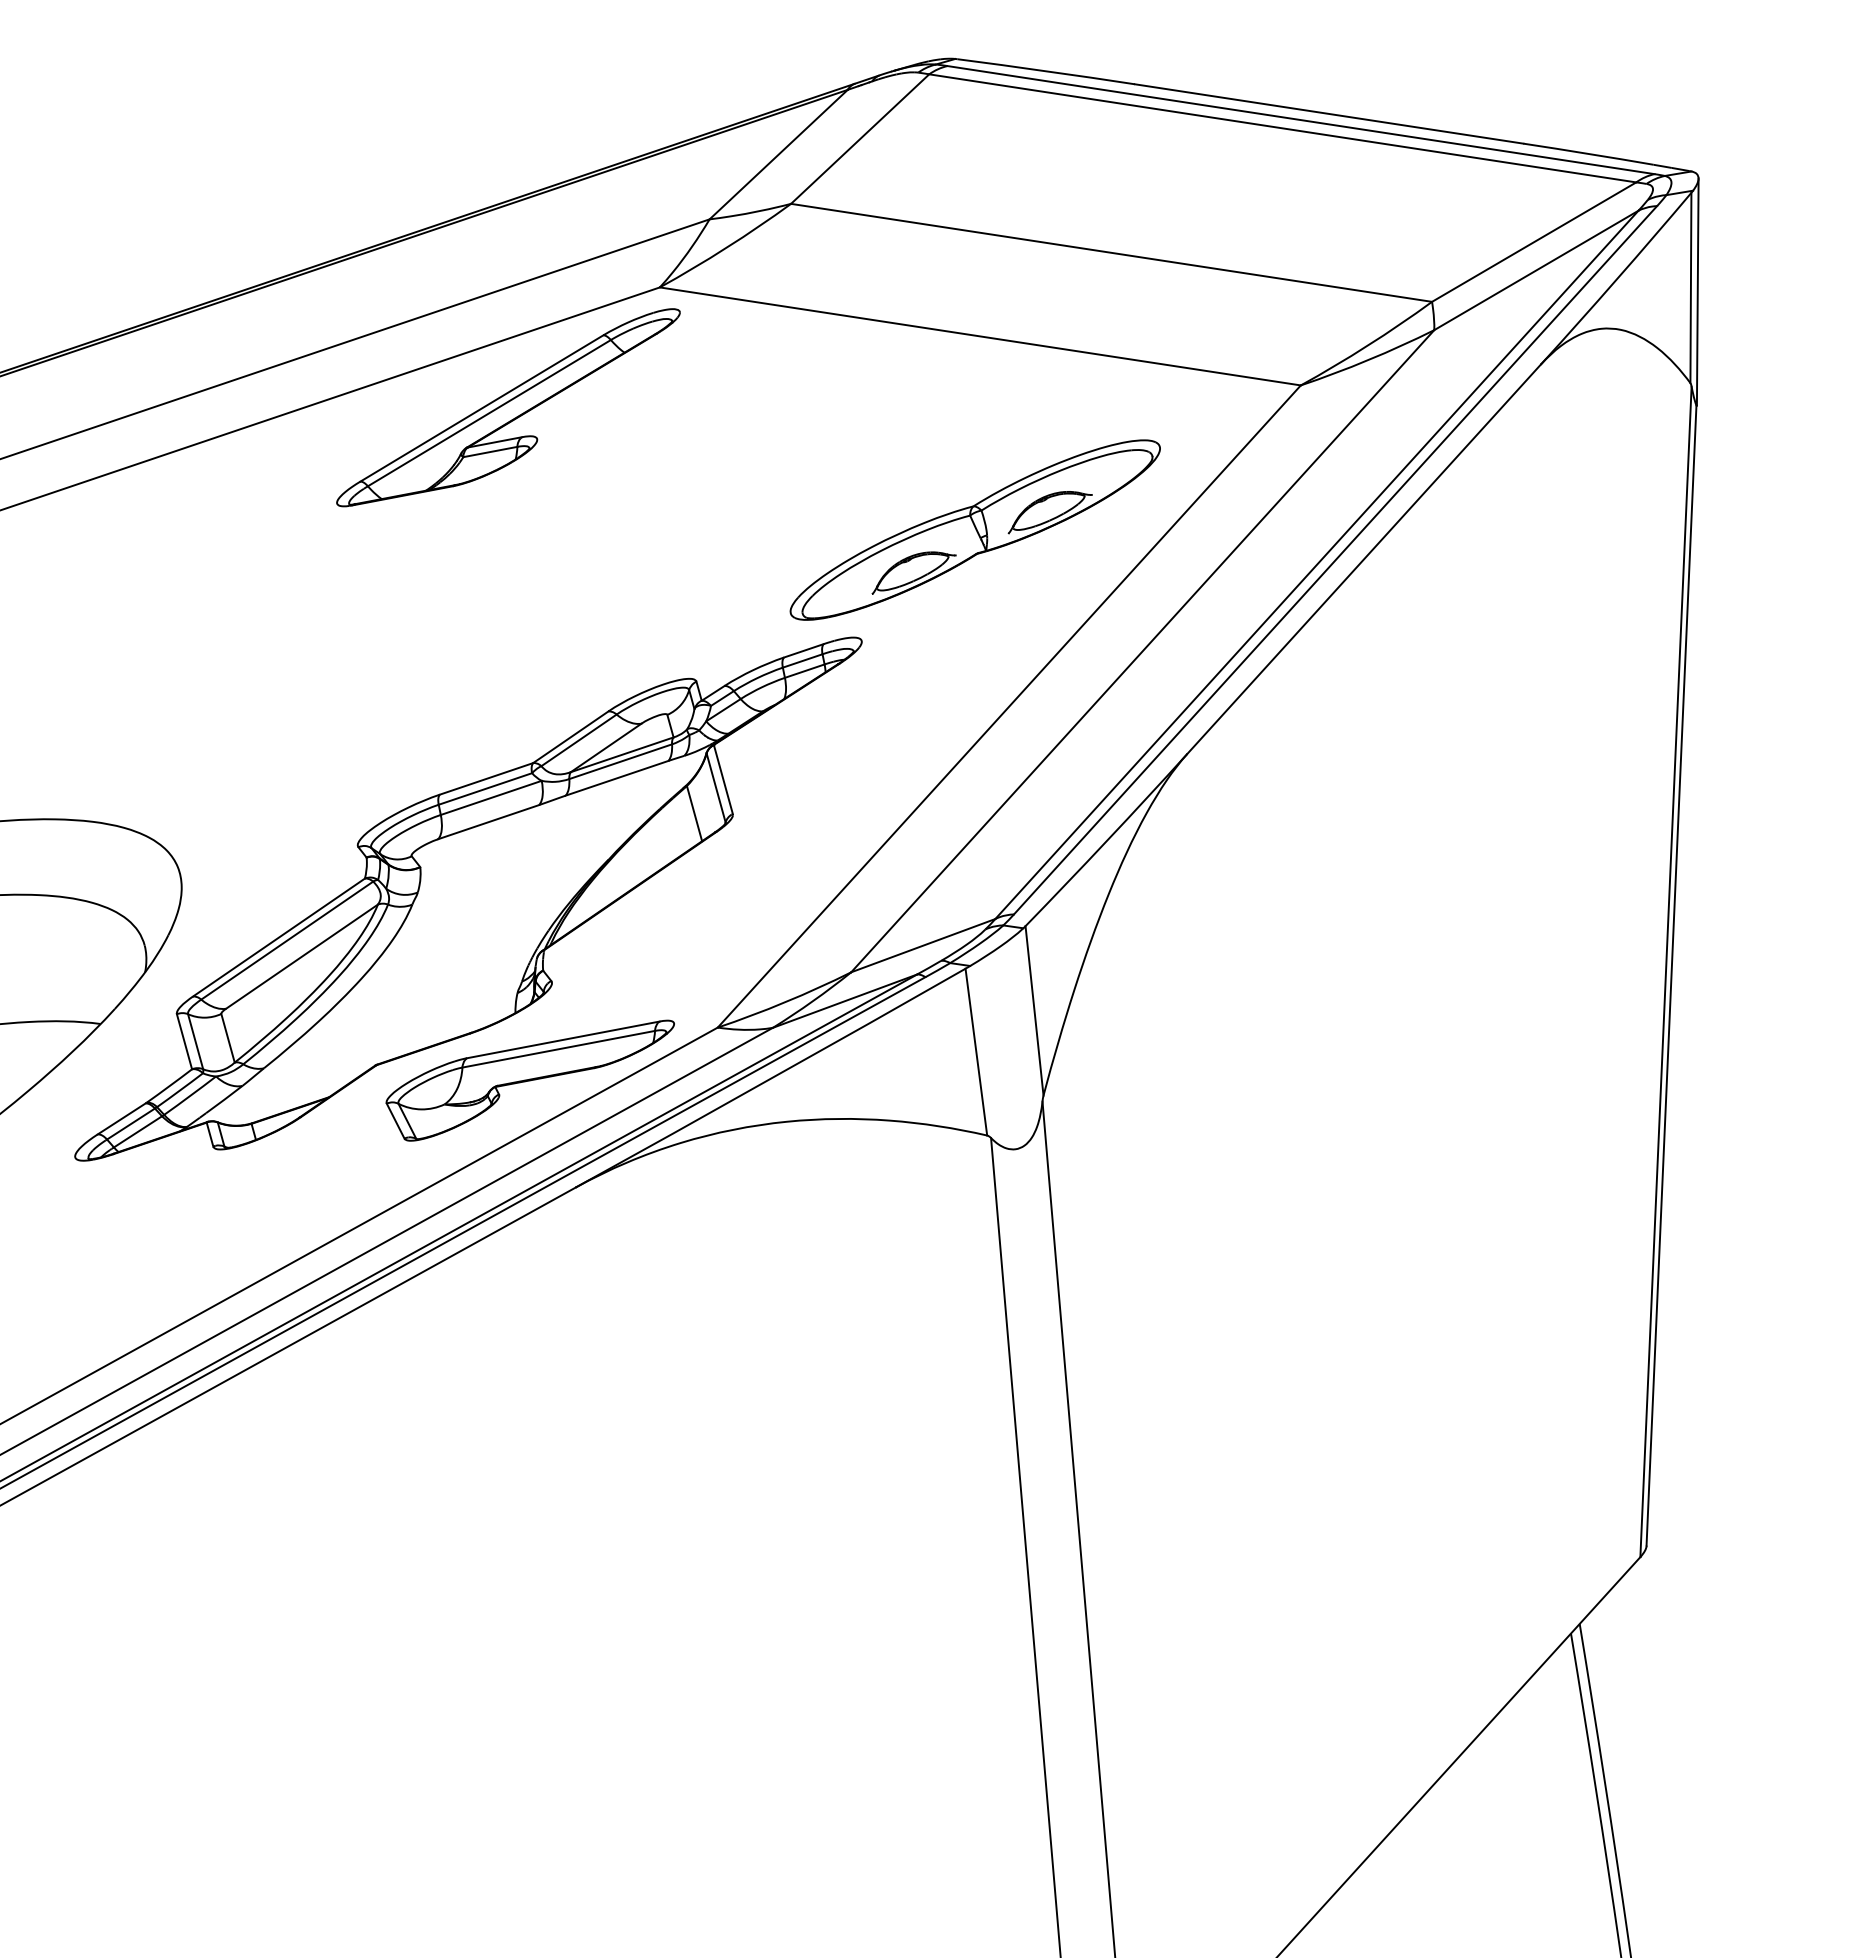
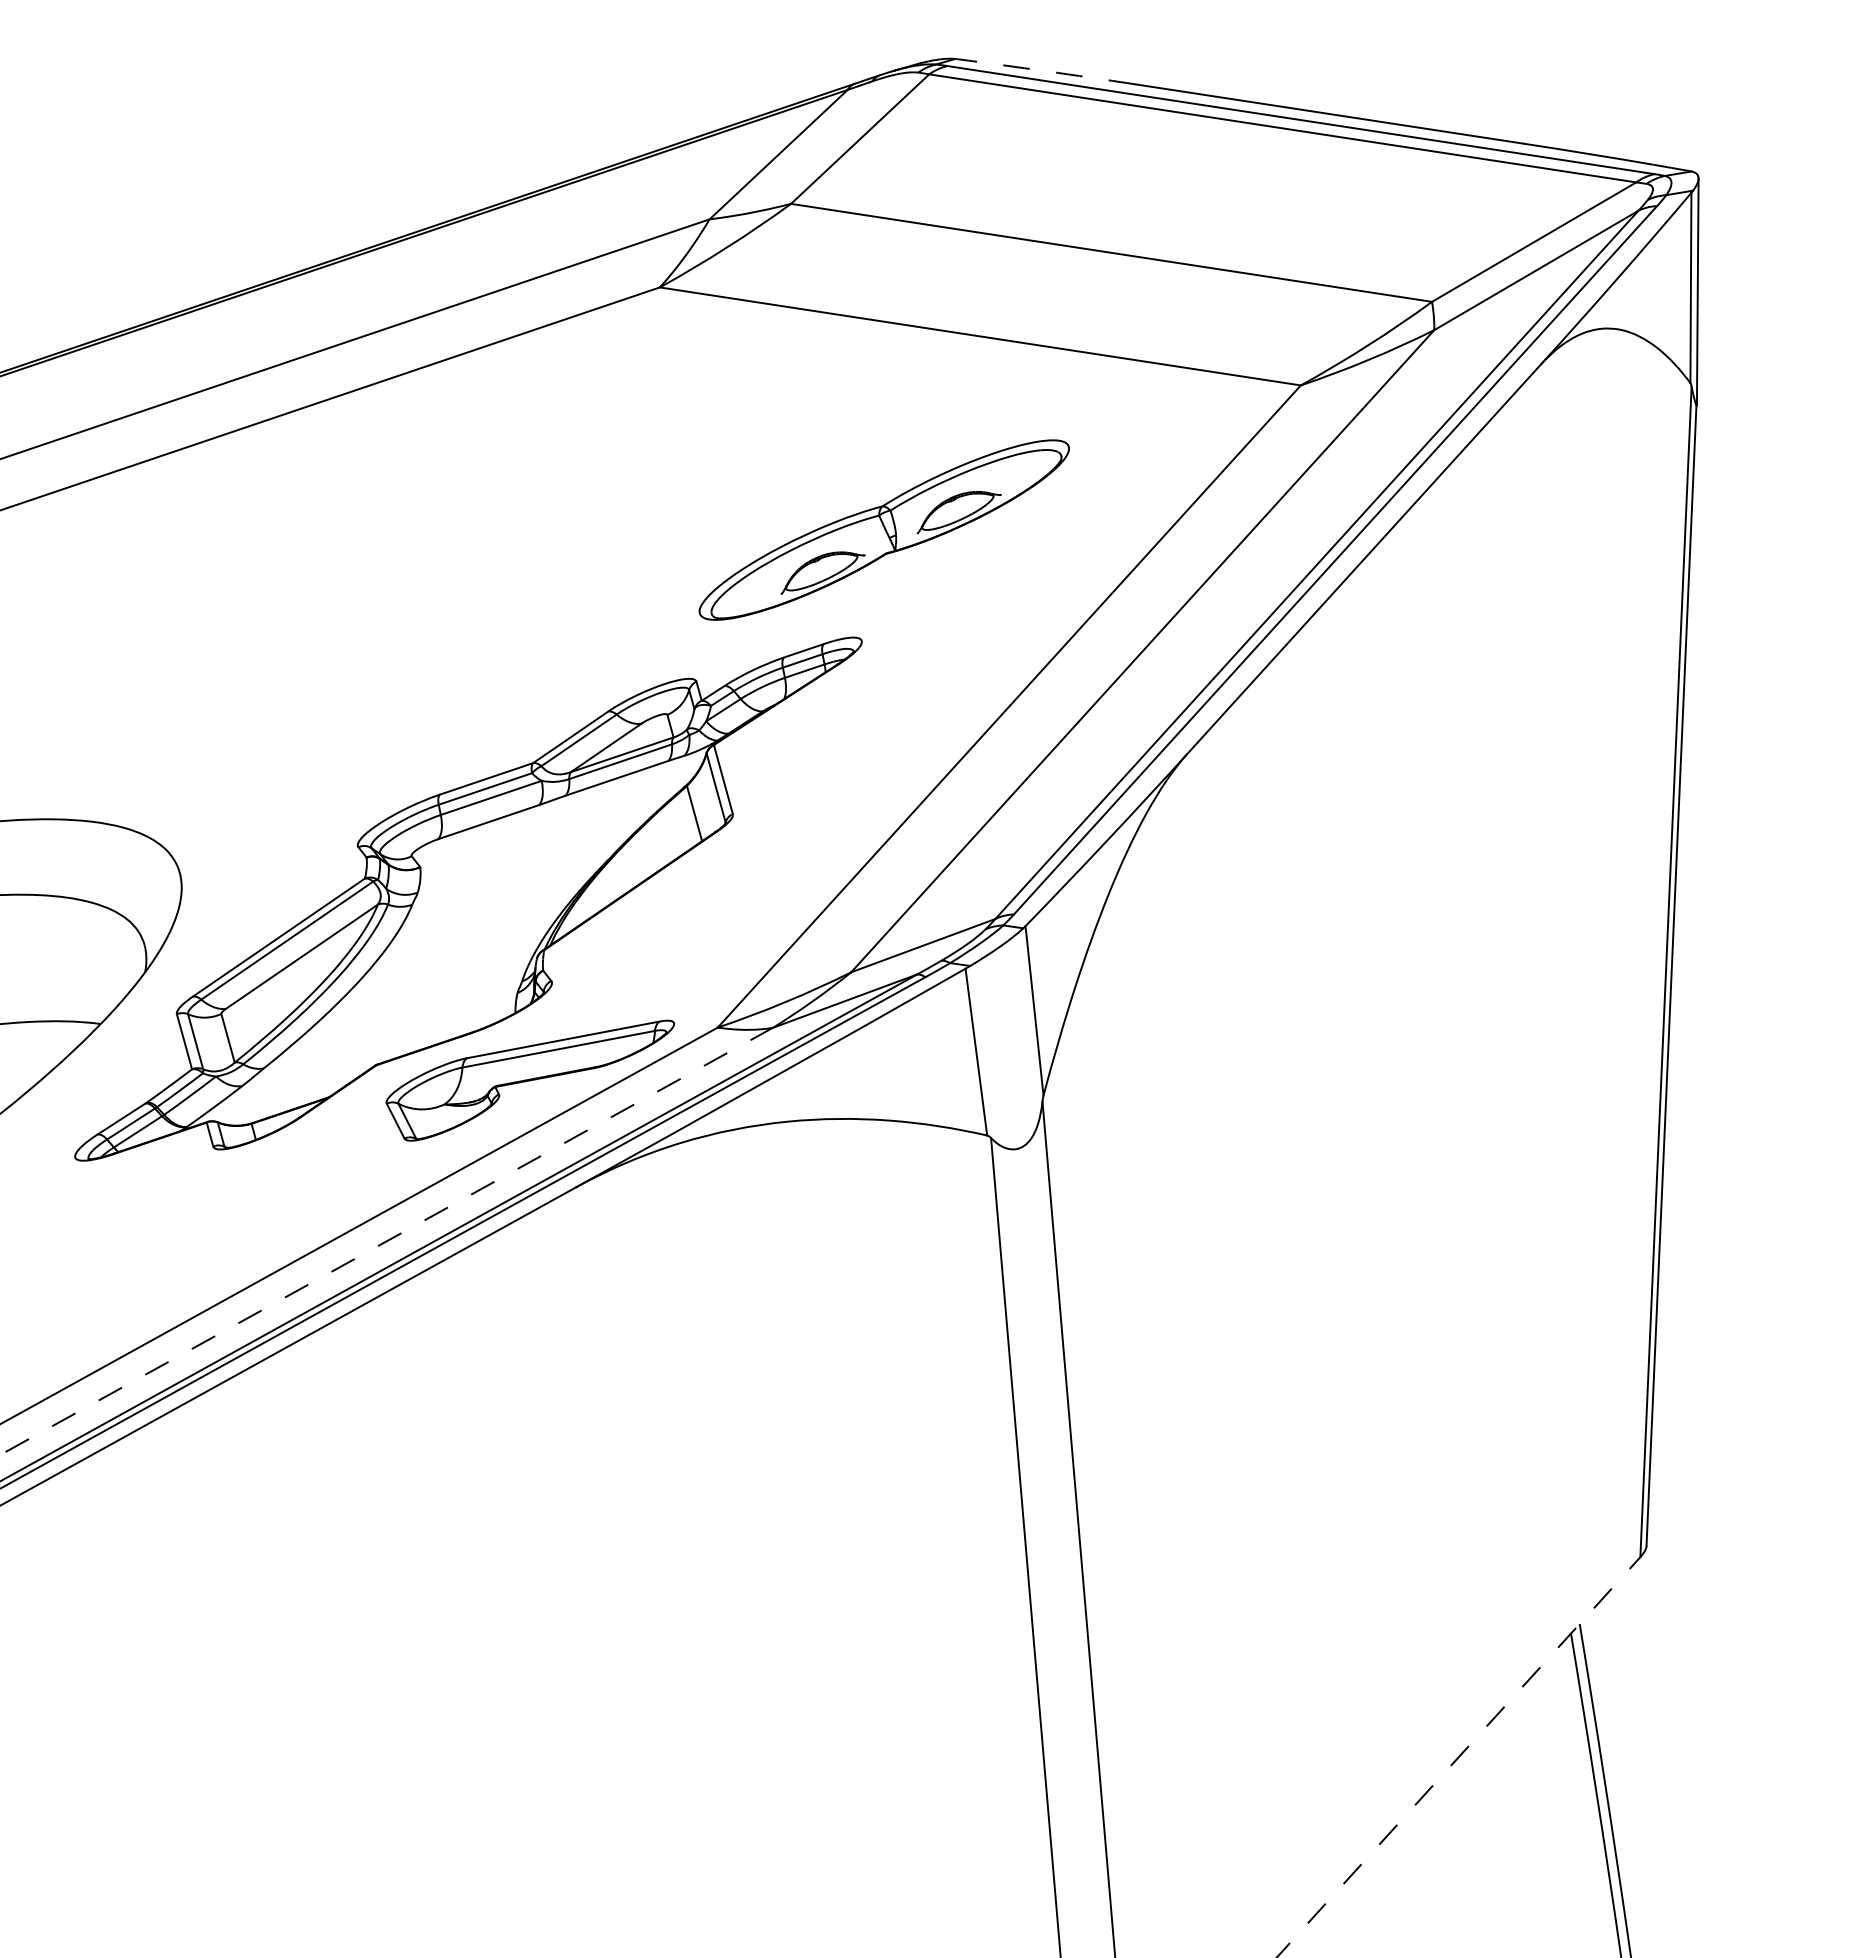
arc at (1046, 71): solid -> dashed
part at (508, 407): present -> none
part at (974, 529) position: (974, 529) -> (883, 529)
line at (387, 1241): solid -> dashed
line at (1458, 1756): solid -> dashed
